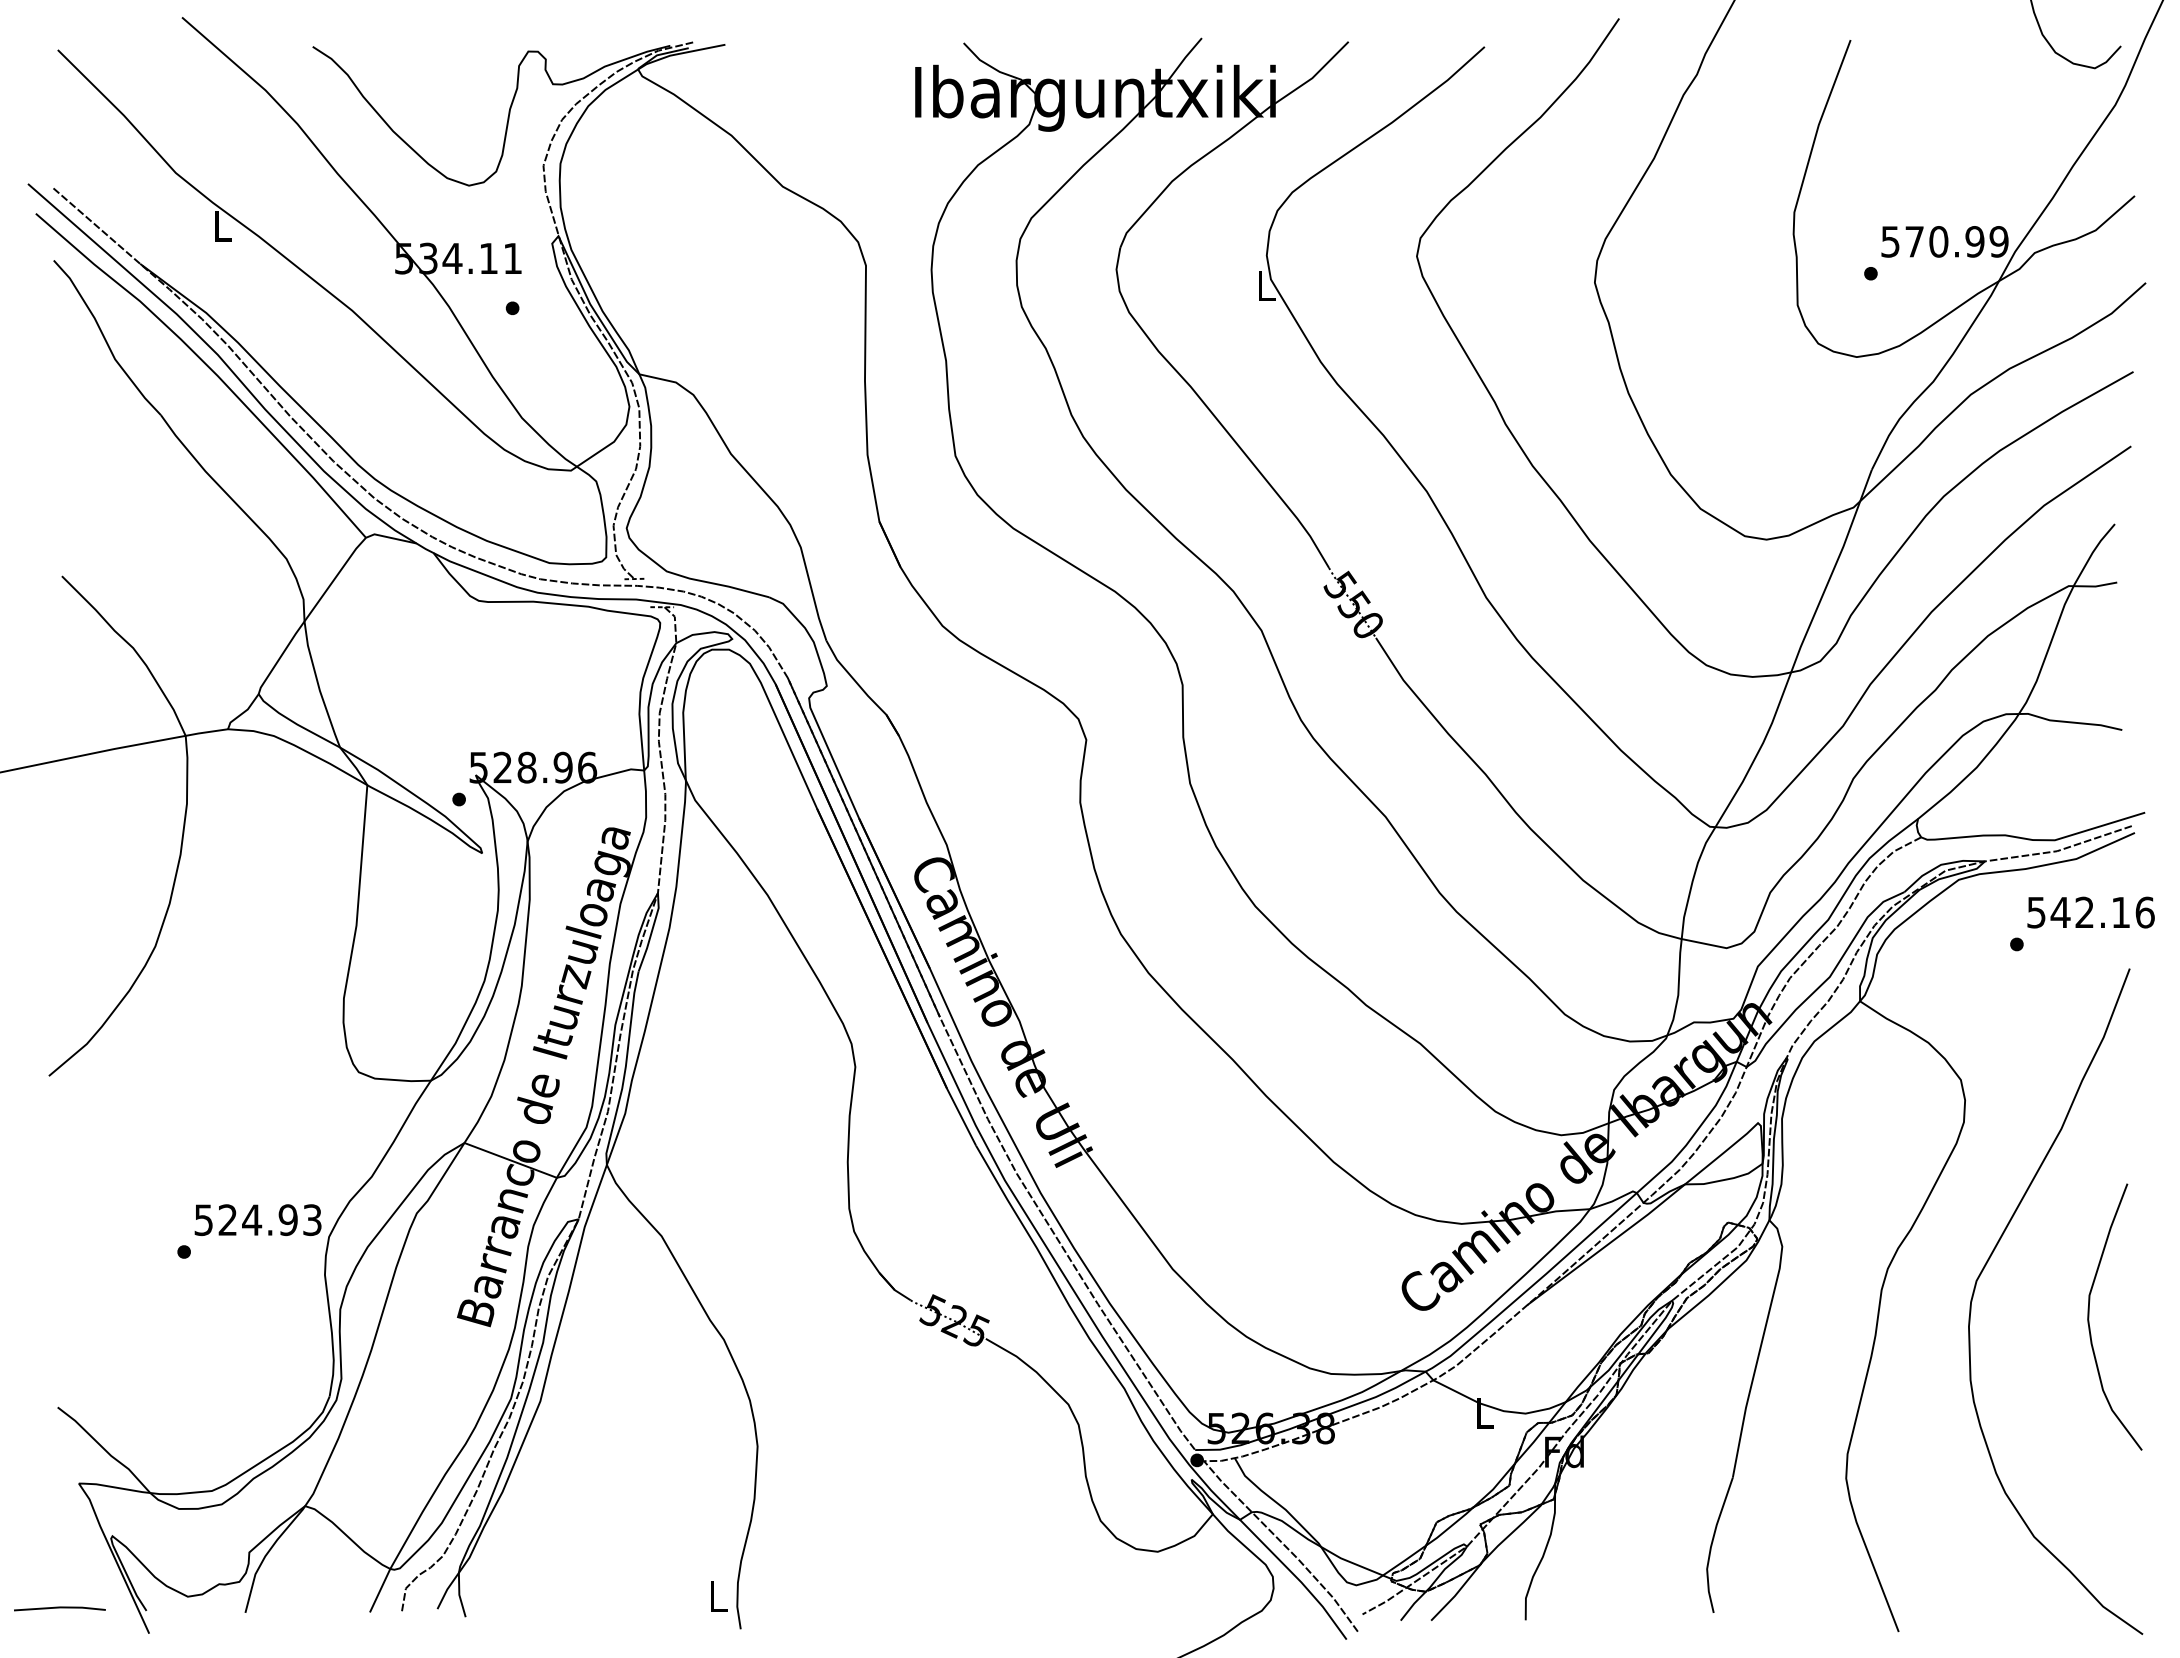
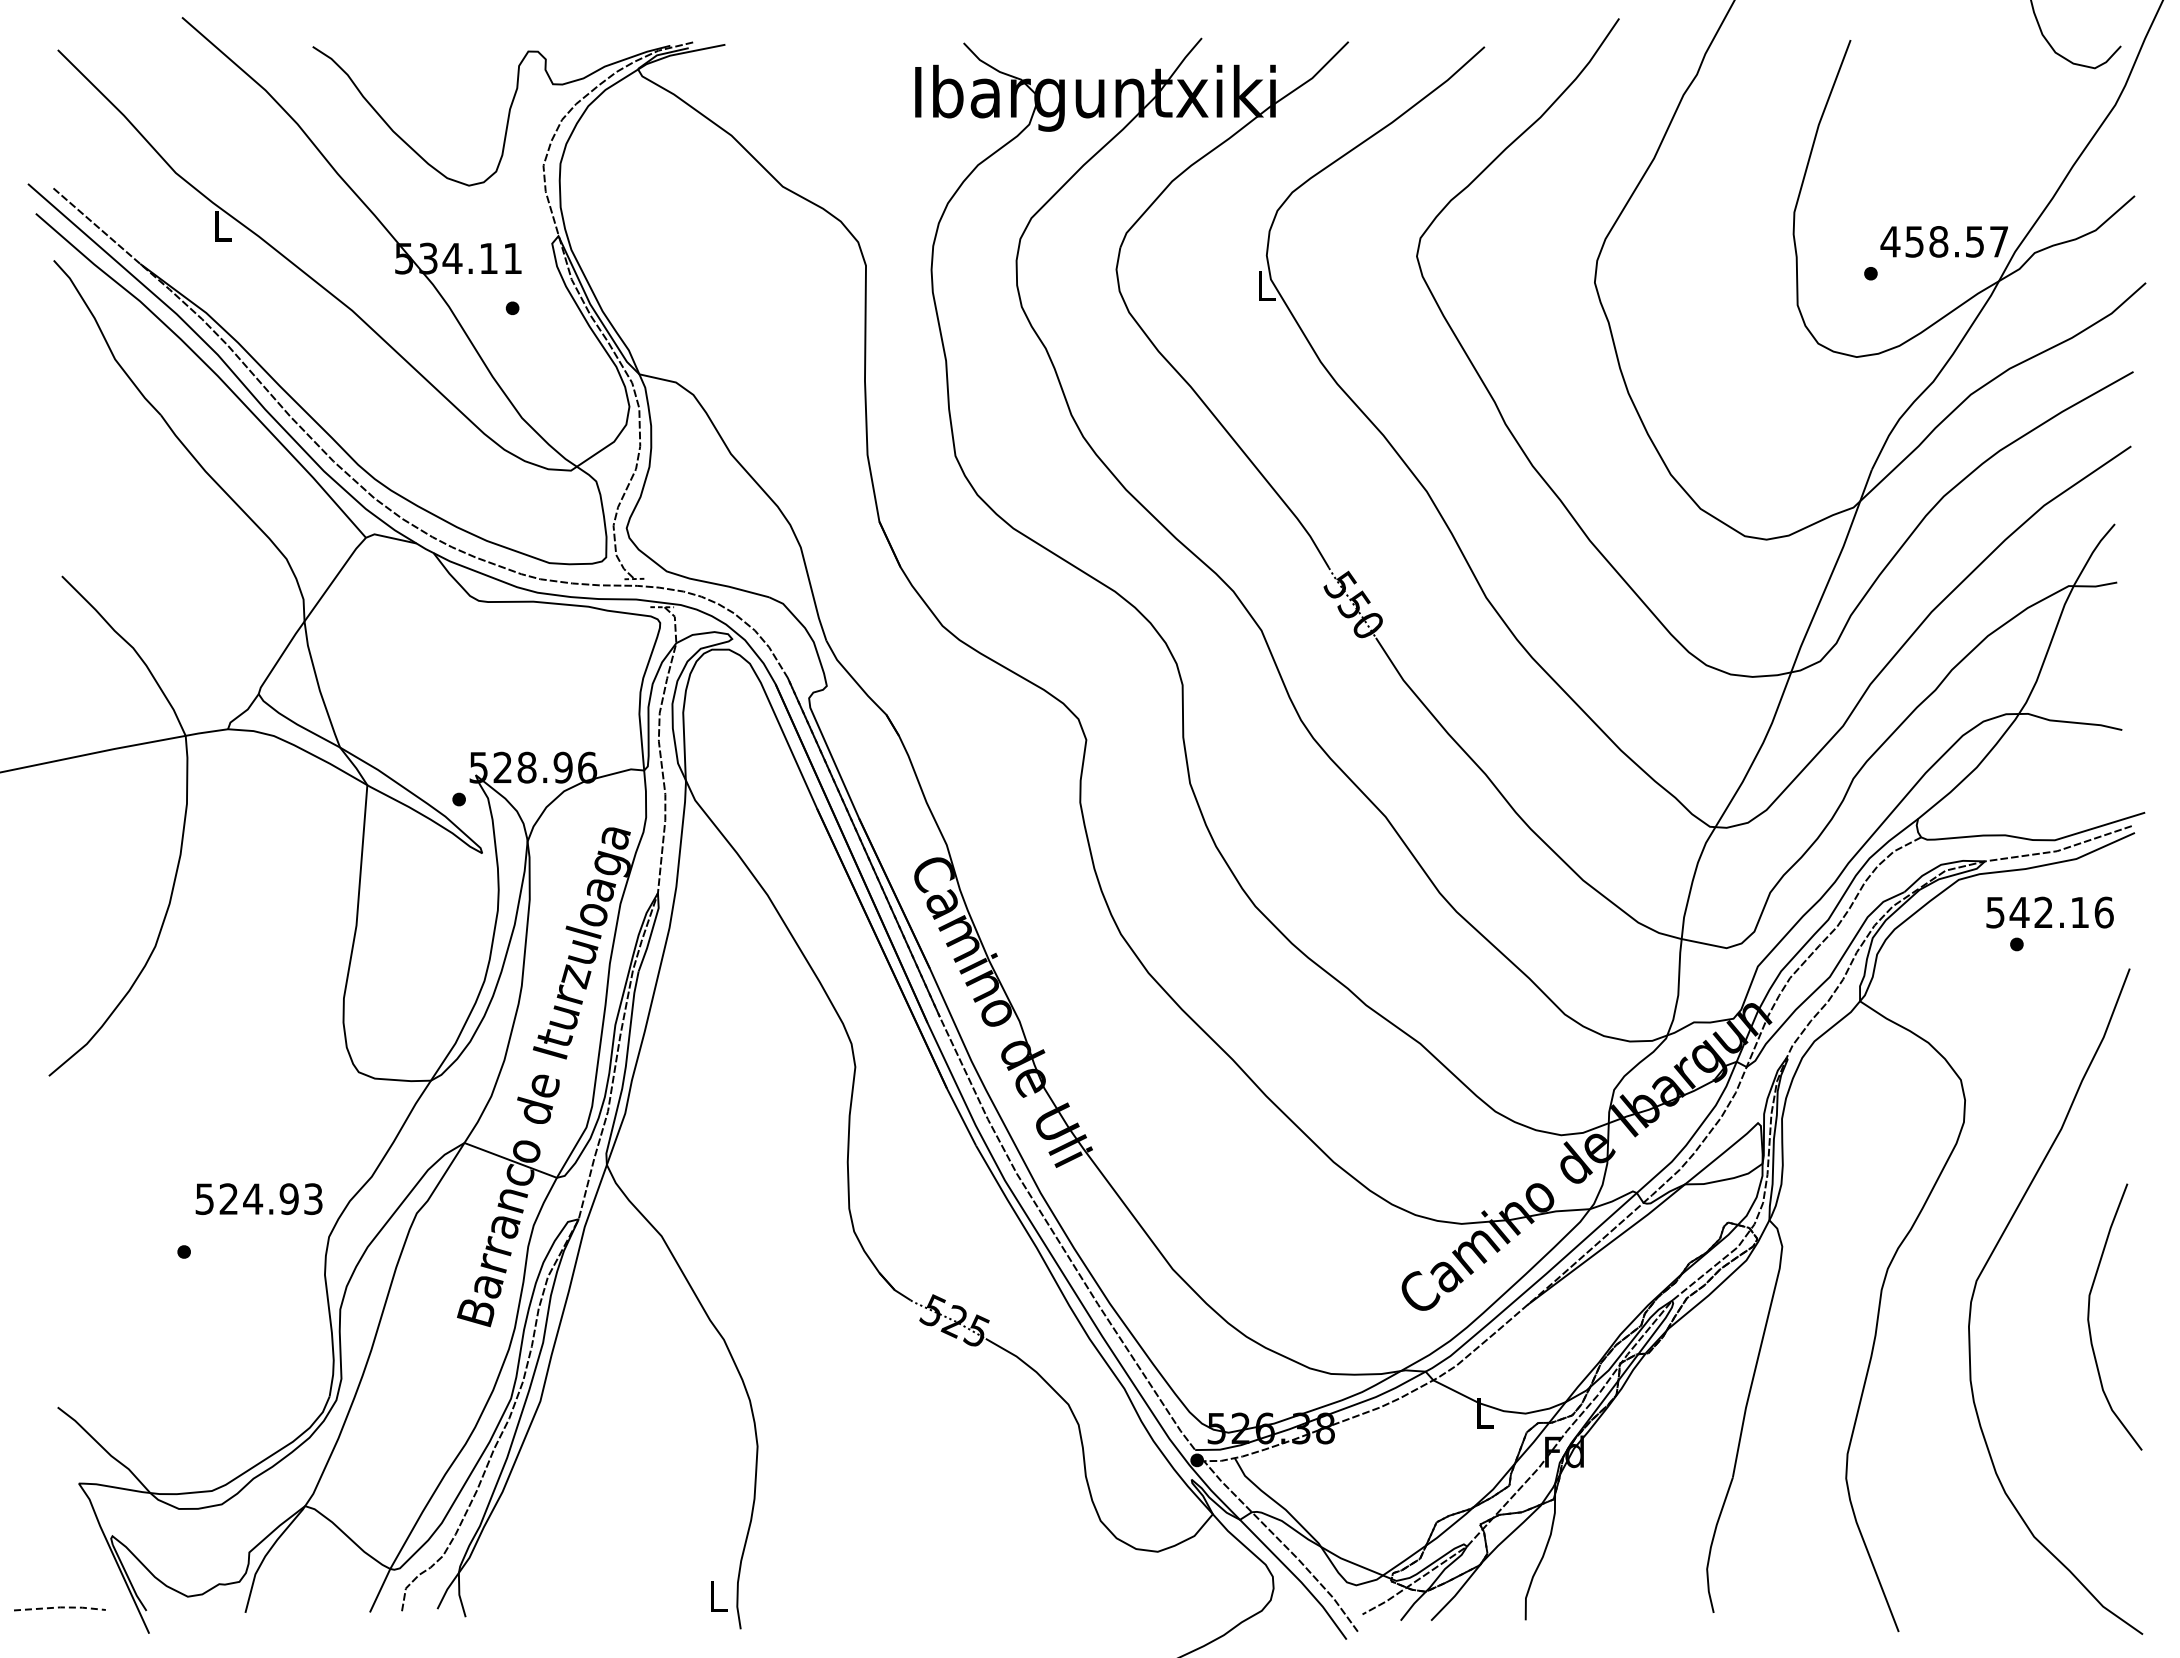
text at (1944, 241): 570.99 -> 458.57
text at (2090, 912) position: (2090, 912) -> (2049, 912)
text at (257, 1219) position: (257, 1219) -> (258, 1198)
line at (60, 1607): solid -> dashed
